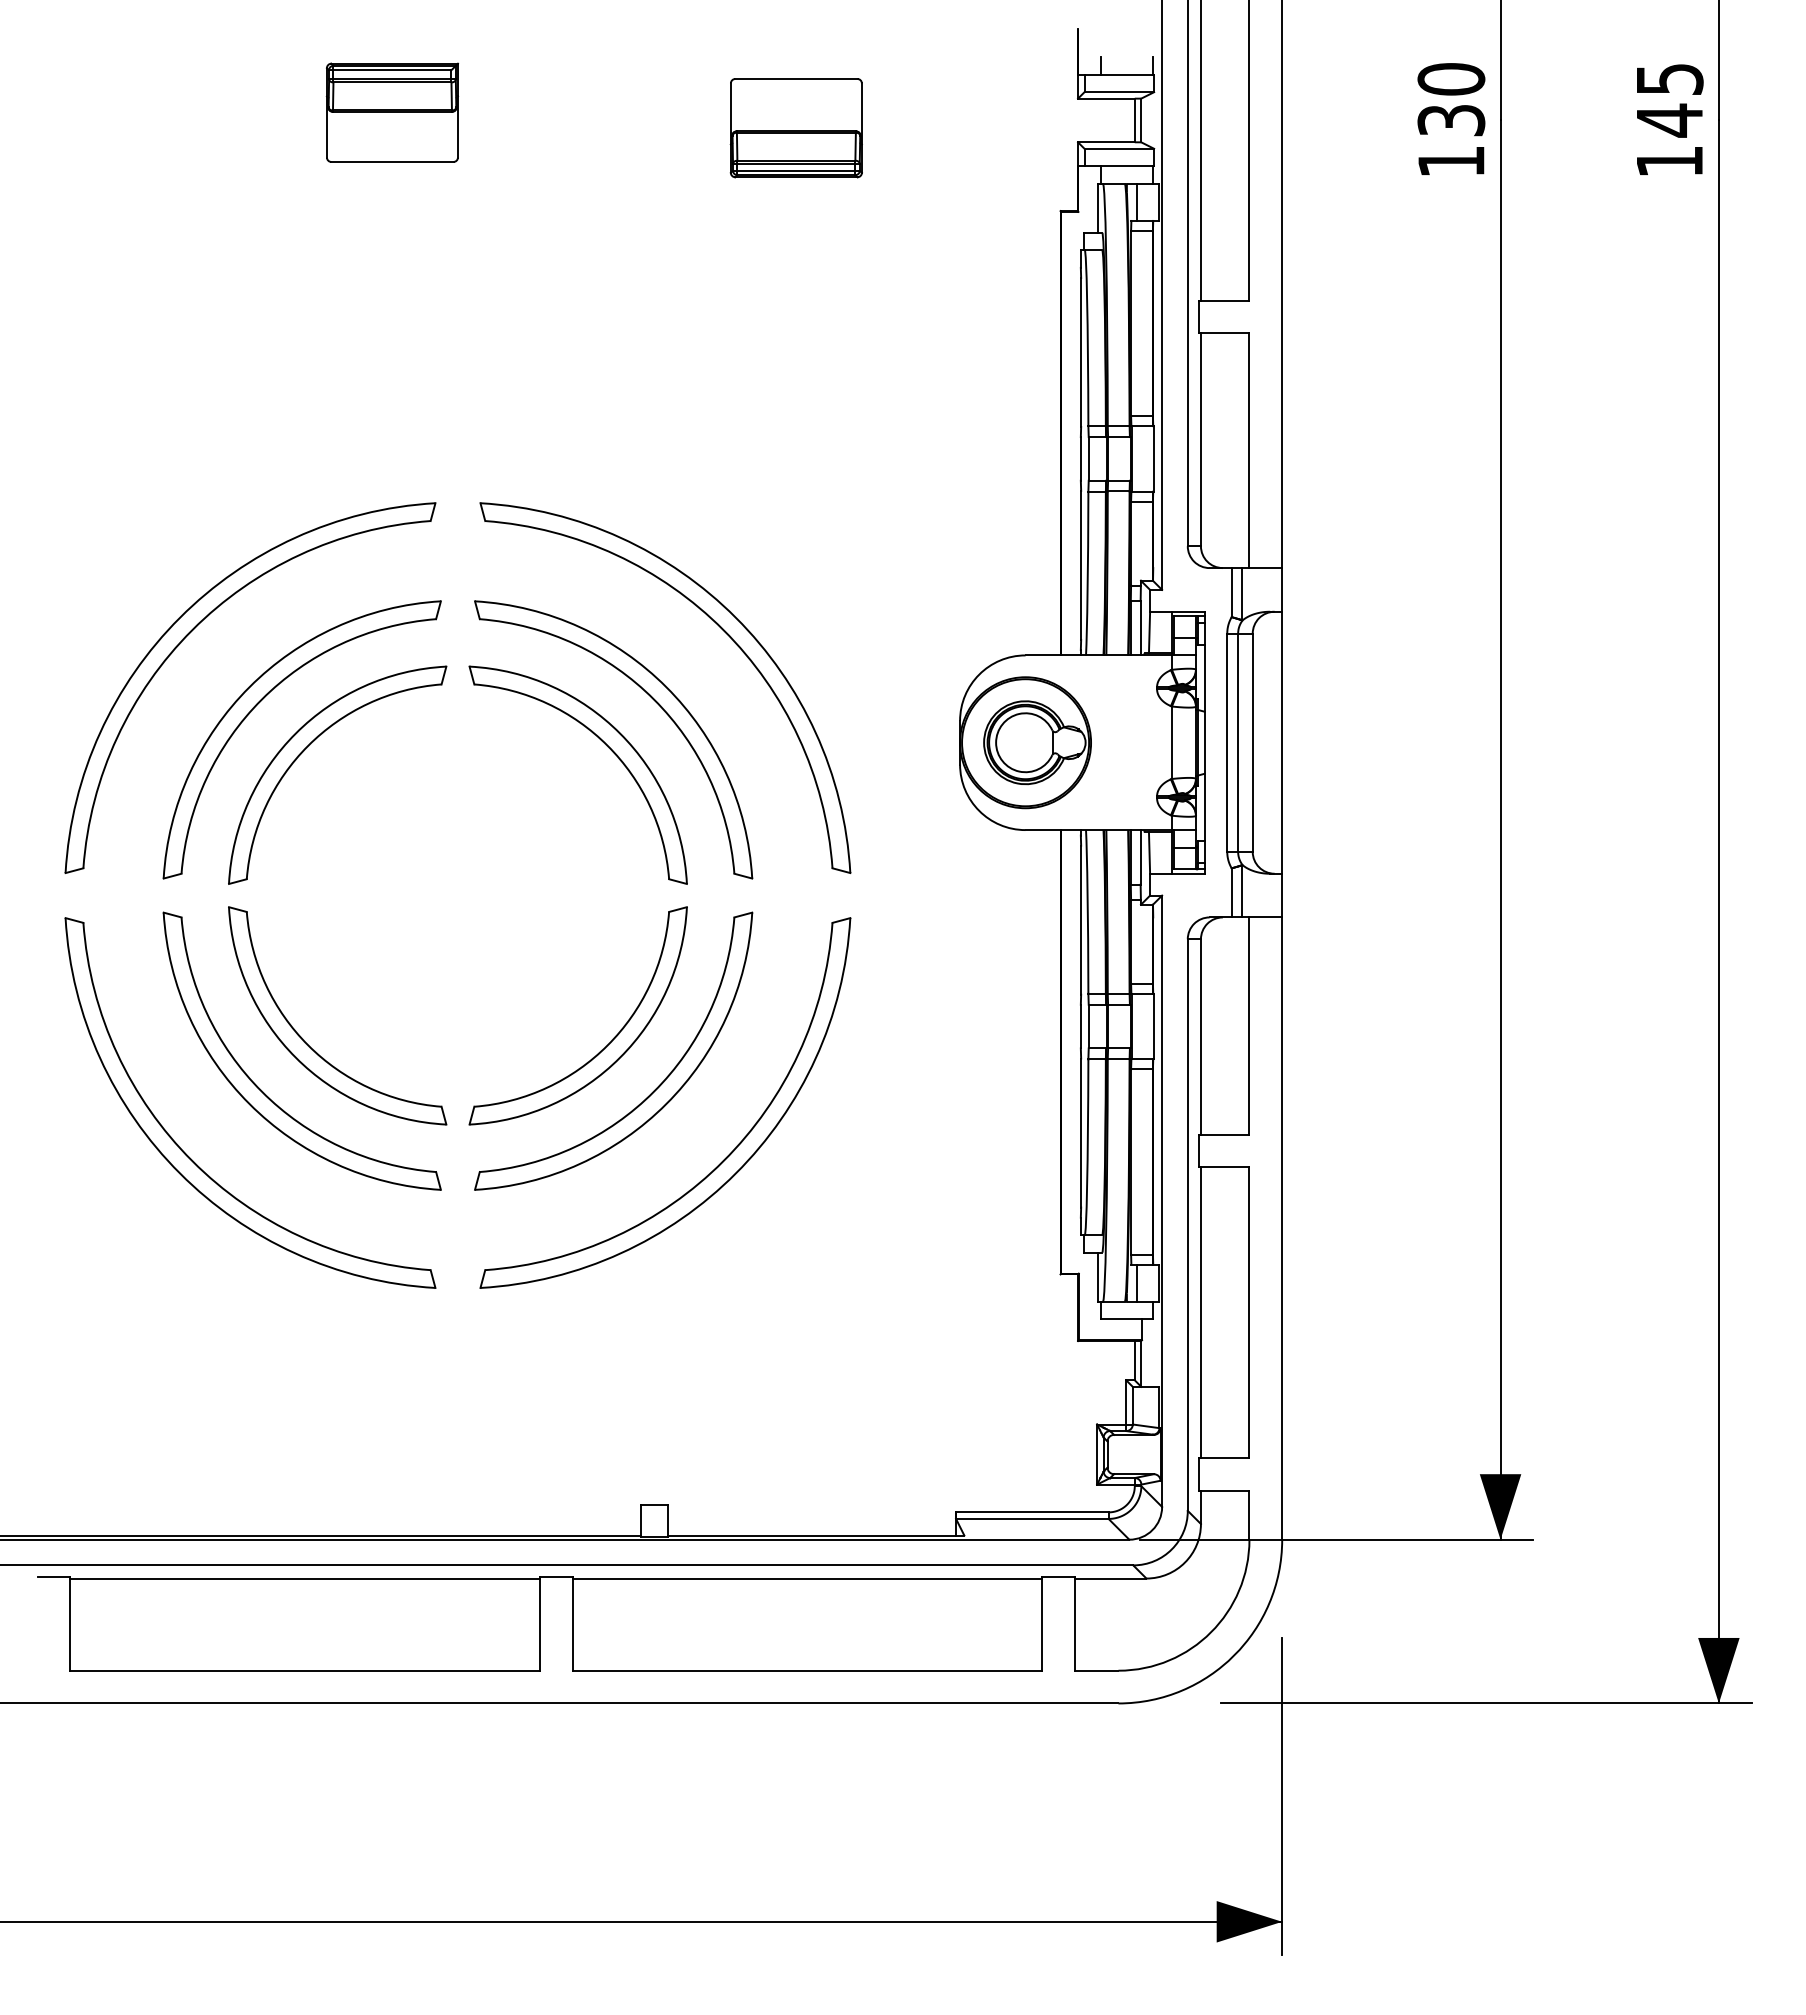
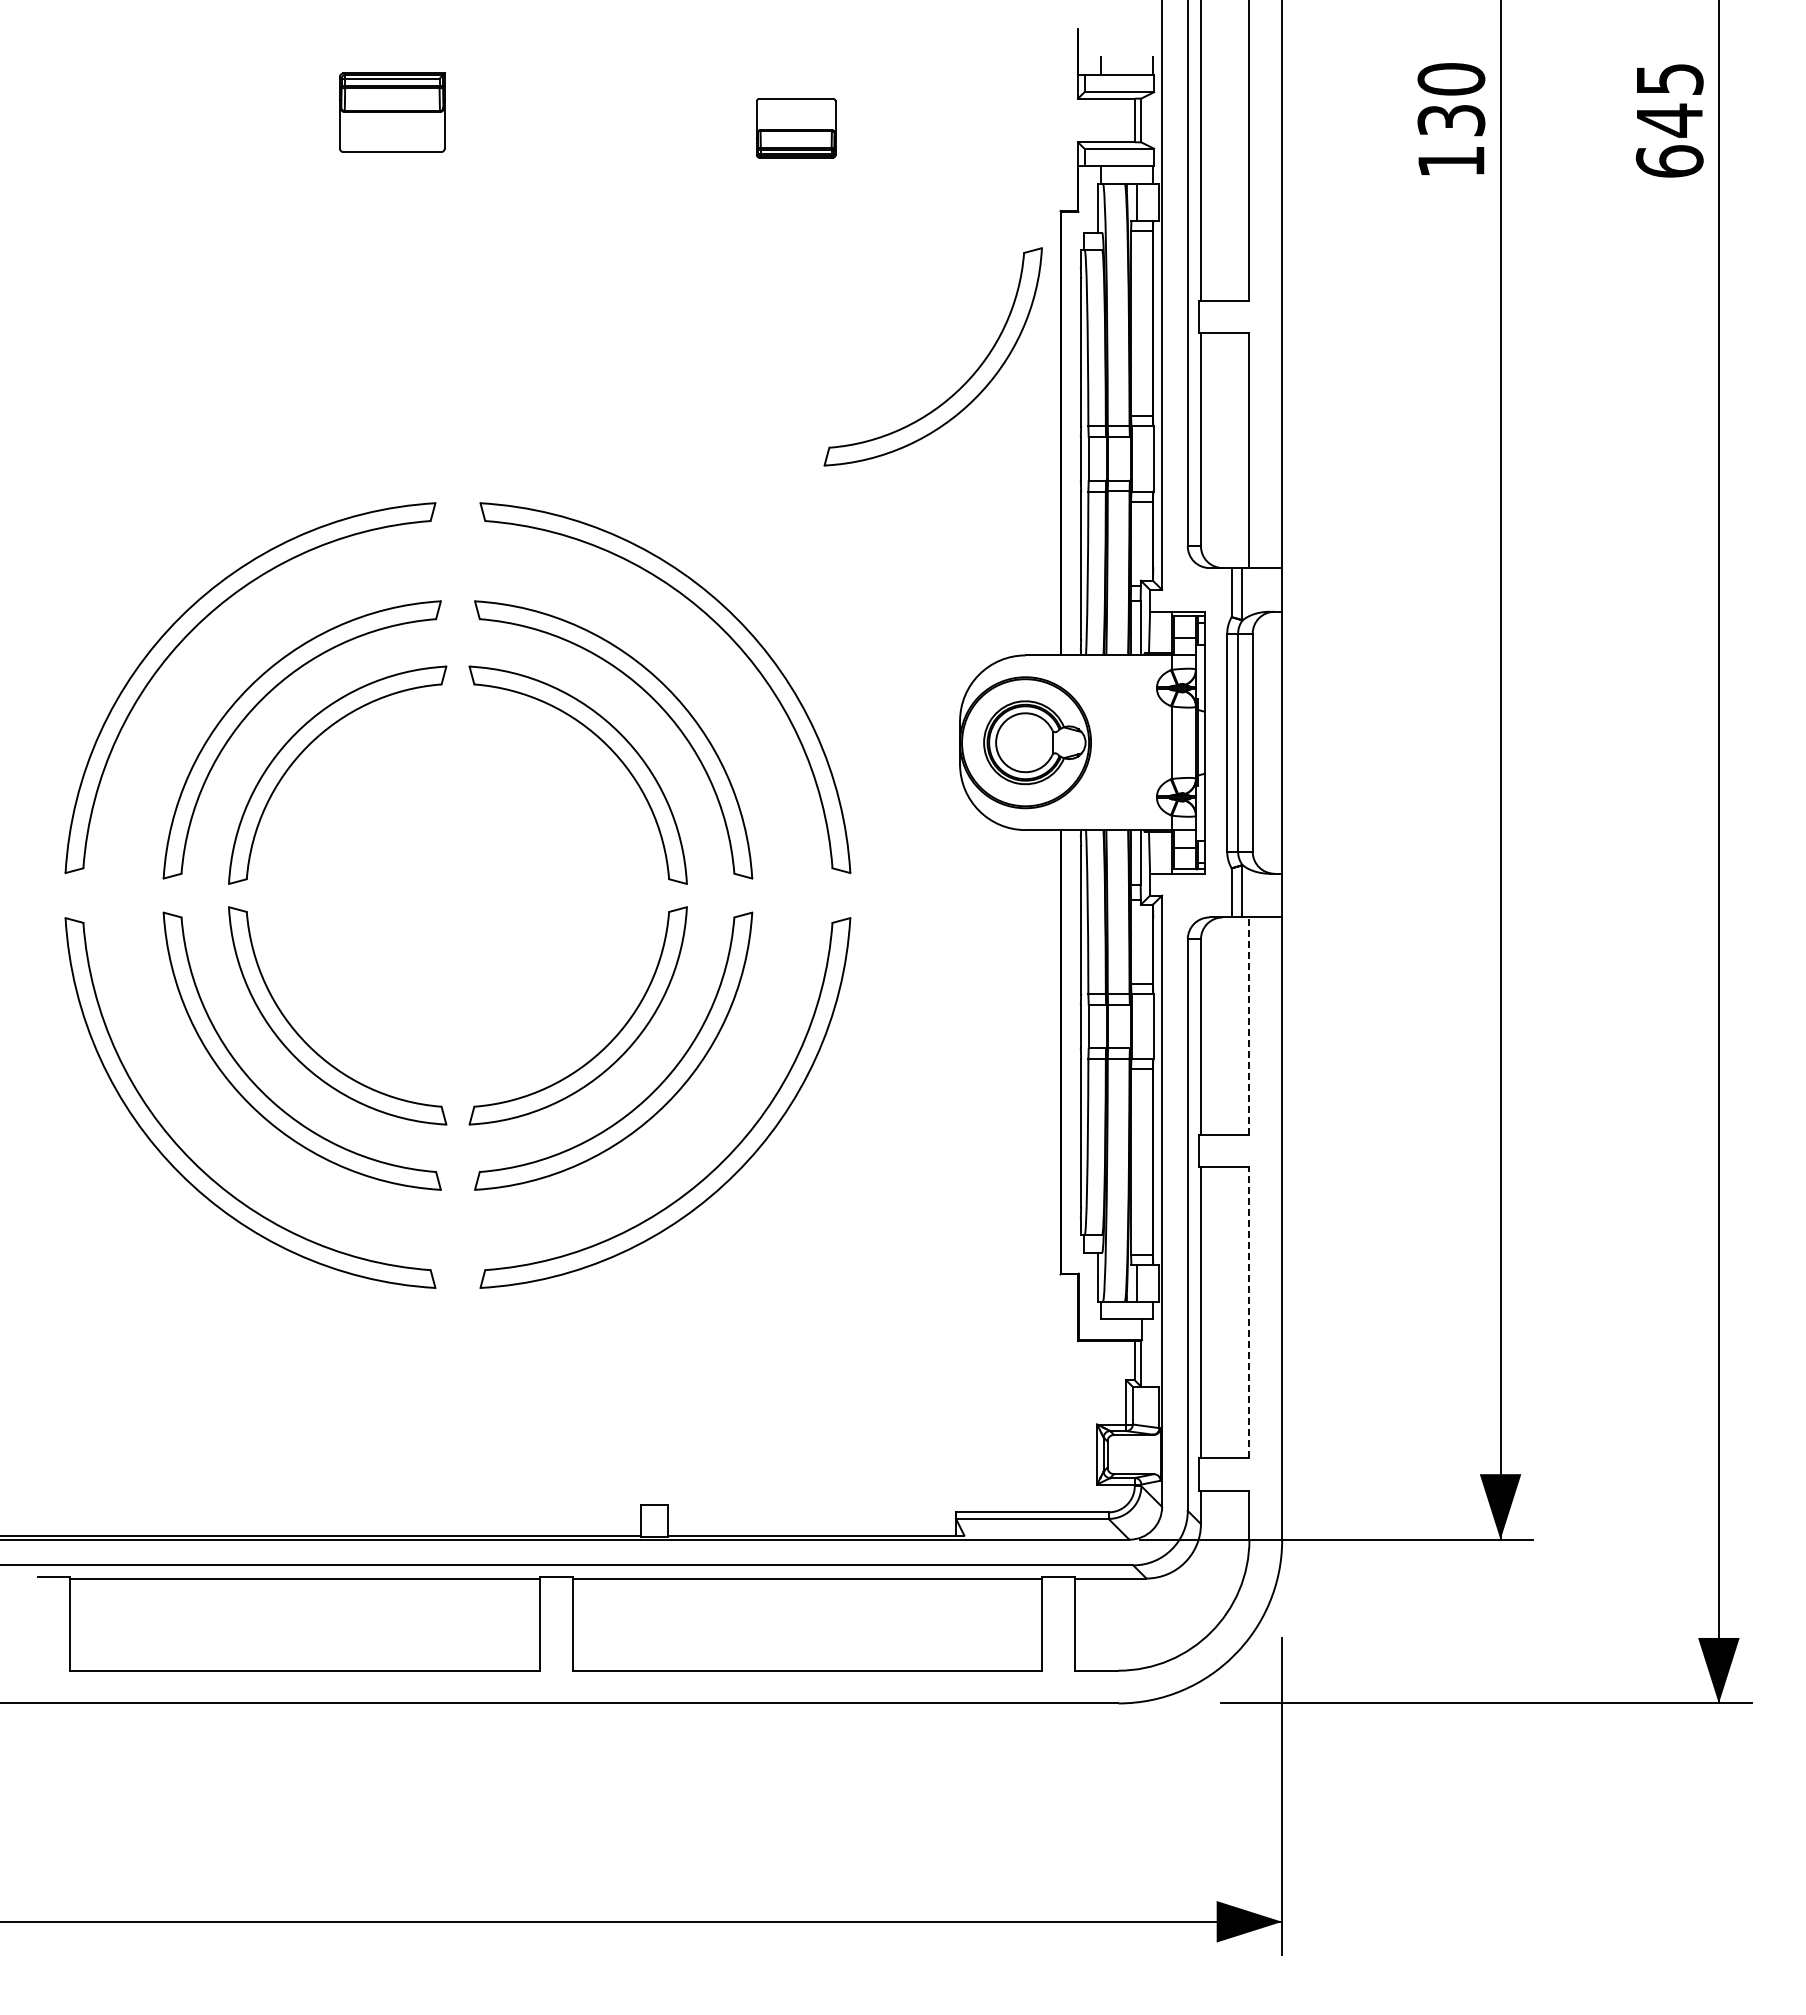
part at (391, 112) size: 134x101 px -> 108x81 px
part at (795, 128) size: 134x101 px -> 82x61 px
text at (1669, 161): 145 -> 645
part at (962, 385): none -> present
line at (1249, 1026): solid -> dashed
line at (1249, 1312): solid -> dashed
